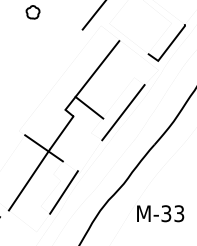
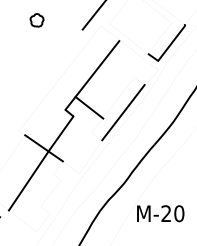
part at (32, 12) position: (32, 12) -> (36, 20)
line at (63, 192): present -> none
text at (172, 213): M-33 -> M-20
